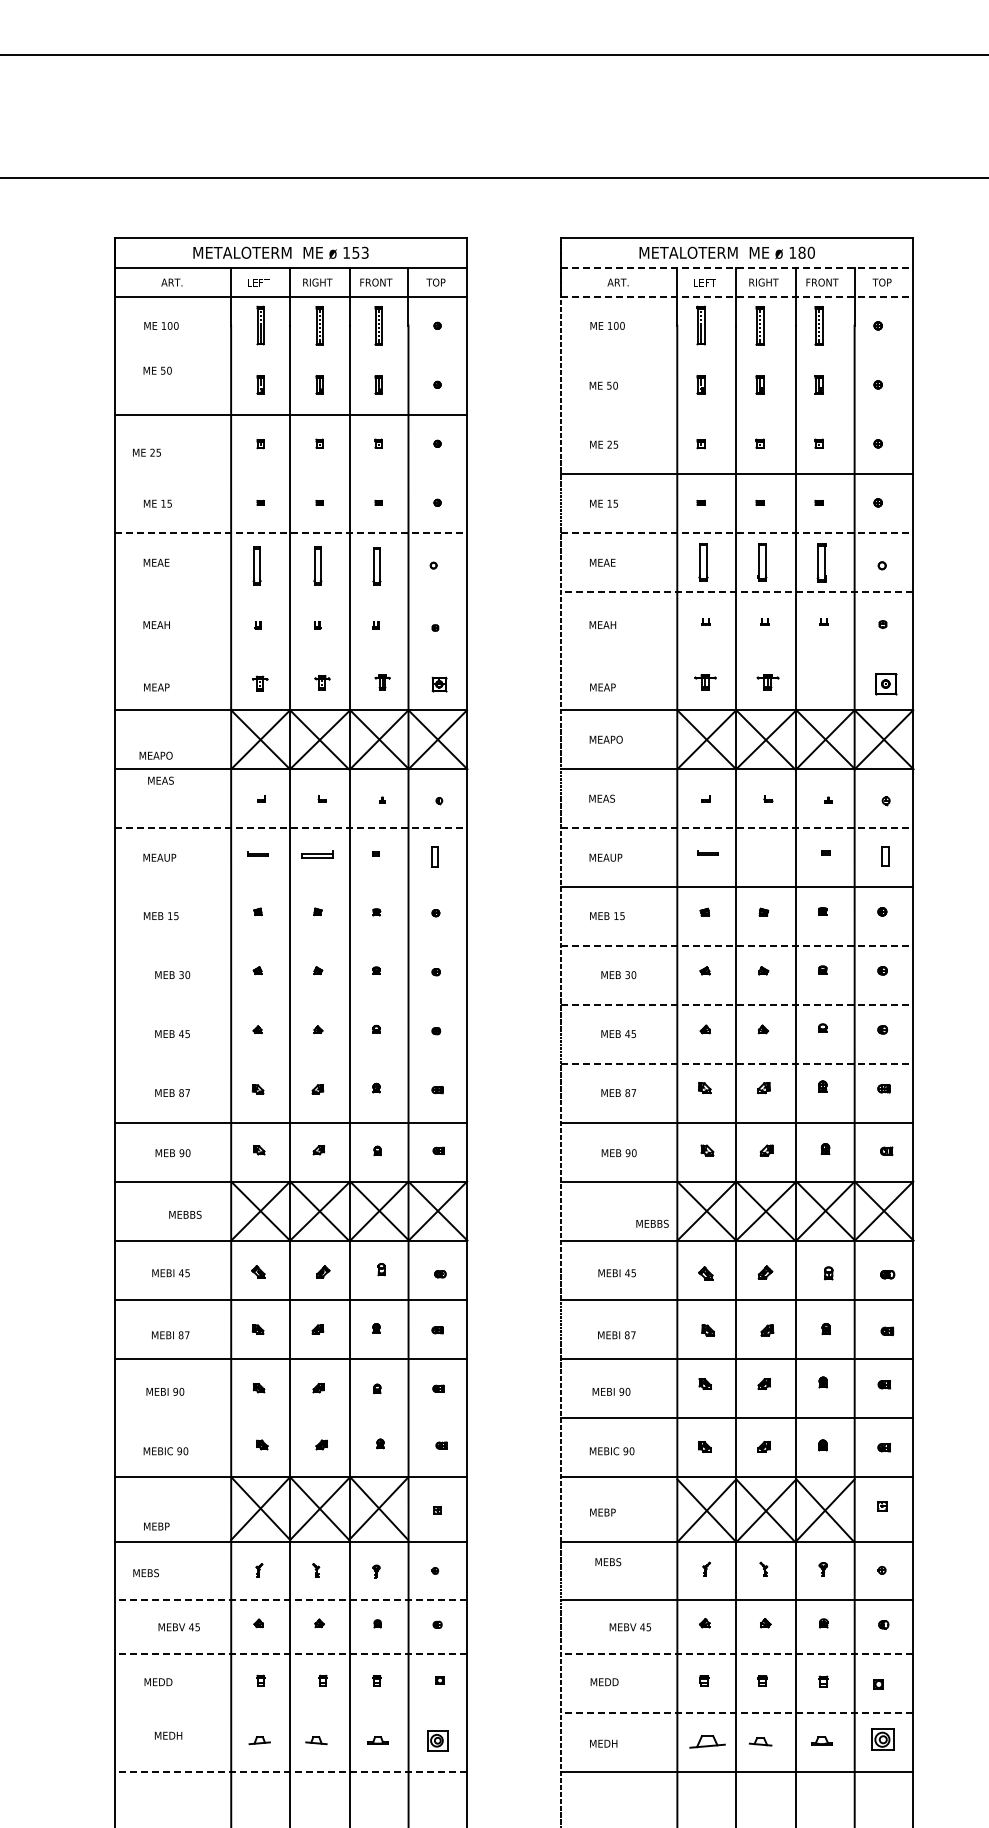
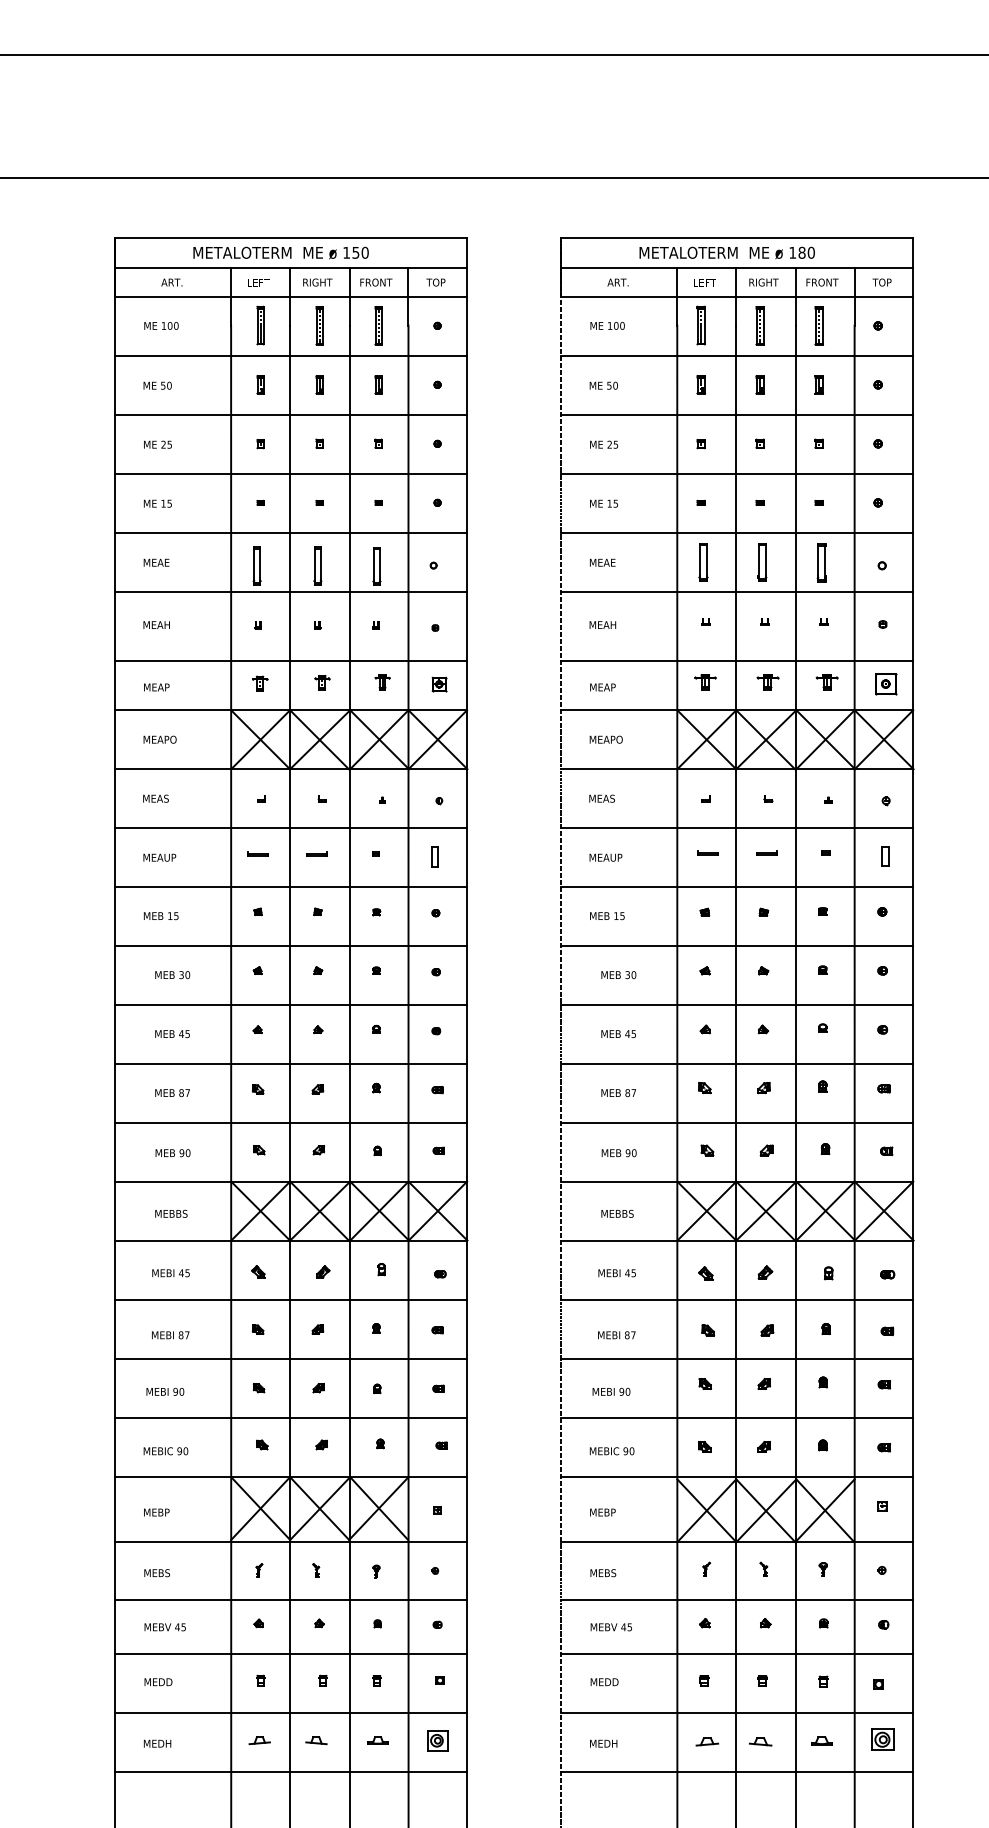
text at (364, 252): 153 -> 150
line at (737, 267): dashed -> solid
line at (737, 297): dashed -> solid
line at (291, 356): none -> present
line at (737, 356): none -> present
text at (157, 370) position: (157, 370) -> (157, 385)
line at (737, 415): none -> present
text at (146, 452) position: (146, 452) -> (157, 444)
line at (291, 474): none -> present
line at (291, 533): dashed -> solid
line at (737, 533): dashed -> solid
line at (291, 592): none -> present
line at (737, 592): dashed -> solid
line at (291, 660): none -> present
line at (737, 660): none -> present
part at (826, 682): none -> present
text at (155, 755) position: (155, 755) -> (159, 739)
text at (160, 780) position: (160, 780) -> (155, 798)
line at (291, 828): dashed -> solid
line at (737, 828): dashed -> solid
part at (766, 852): none -> present
part at (317, 854) size: 33x9 px -> 22x6 px
line at (291, 886): none -> present
line at (291, 945): none -> present
line at (737, 945): dashed -> solid
line at (291, 1004): none -> present
line at (737, 1004): dashed -> solid
line at (291, 1063): none -> present
line at (737, 1063): dashed -> solid
text at (185, 1214) position: (185, 1214) -> (171, 1213)
text at (652, 1223) position: (652, 1223) -> (617, 1213)
line at (291, 1418): none -> present
text at (156, 1526) position: (156, 1526) -> (156, 1512)
text at (608, 1562) position: (608, 1562) -> (603, 1573)
text at (145, 1573) position: (145, 1573) -> (156, 1573)
line at (291, 1600): dashed -> solid
text at (178, 1627) position: (178, 1627) -> (164, 1627)
text at (629, 1627) position: (629, 1627) -> (610, 1627)
line at (291, 1654): dashed -> solid
line at (737, 1654): dashed -> solid
line at (291, 1713): none -> present
line at (737, 1713): dashed -> solid
text at (168, 1735) position: (168, 1735) -> (157, 1743)
part at (707, 1741) size: 37x14 px -> 24x10 px
line at (291, 1772): dashed -> solid
